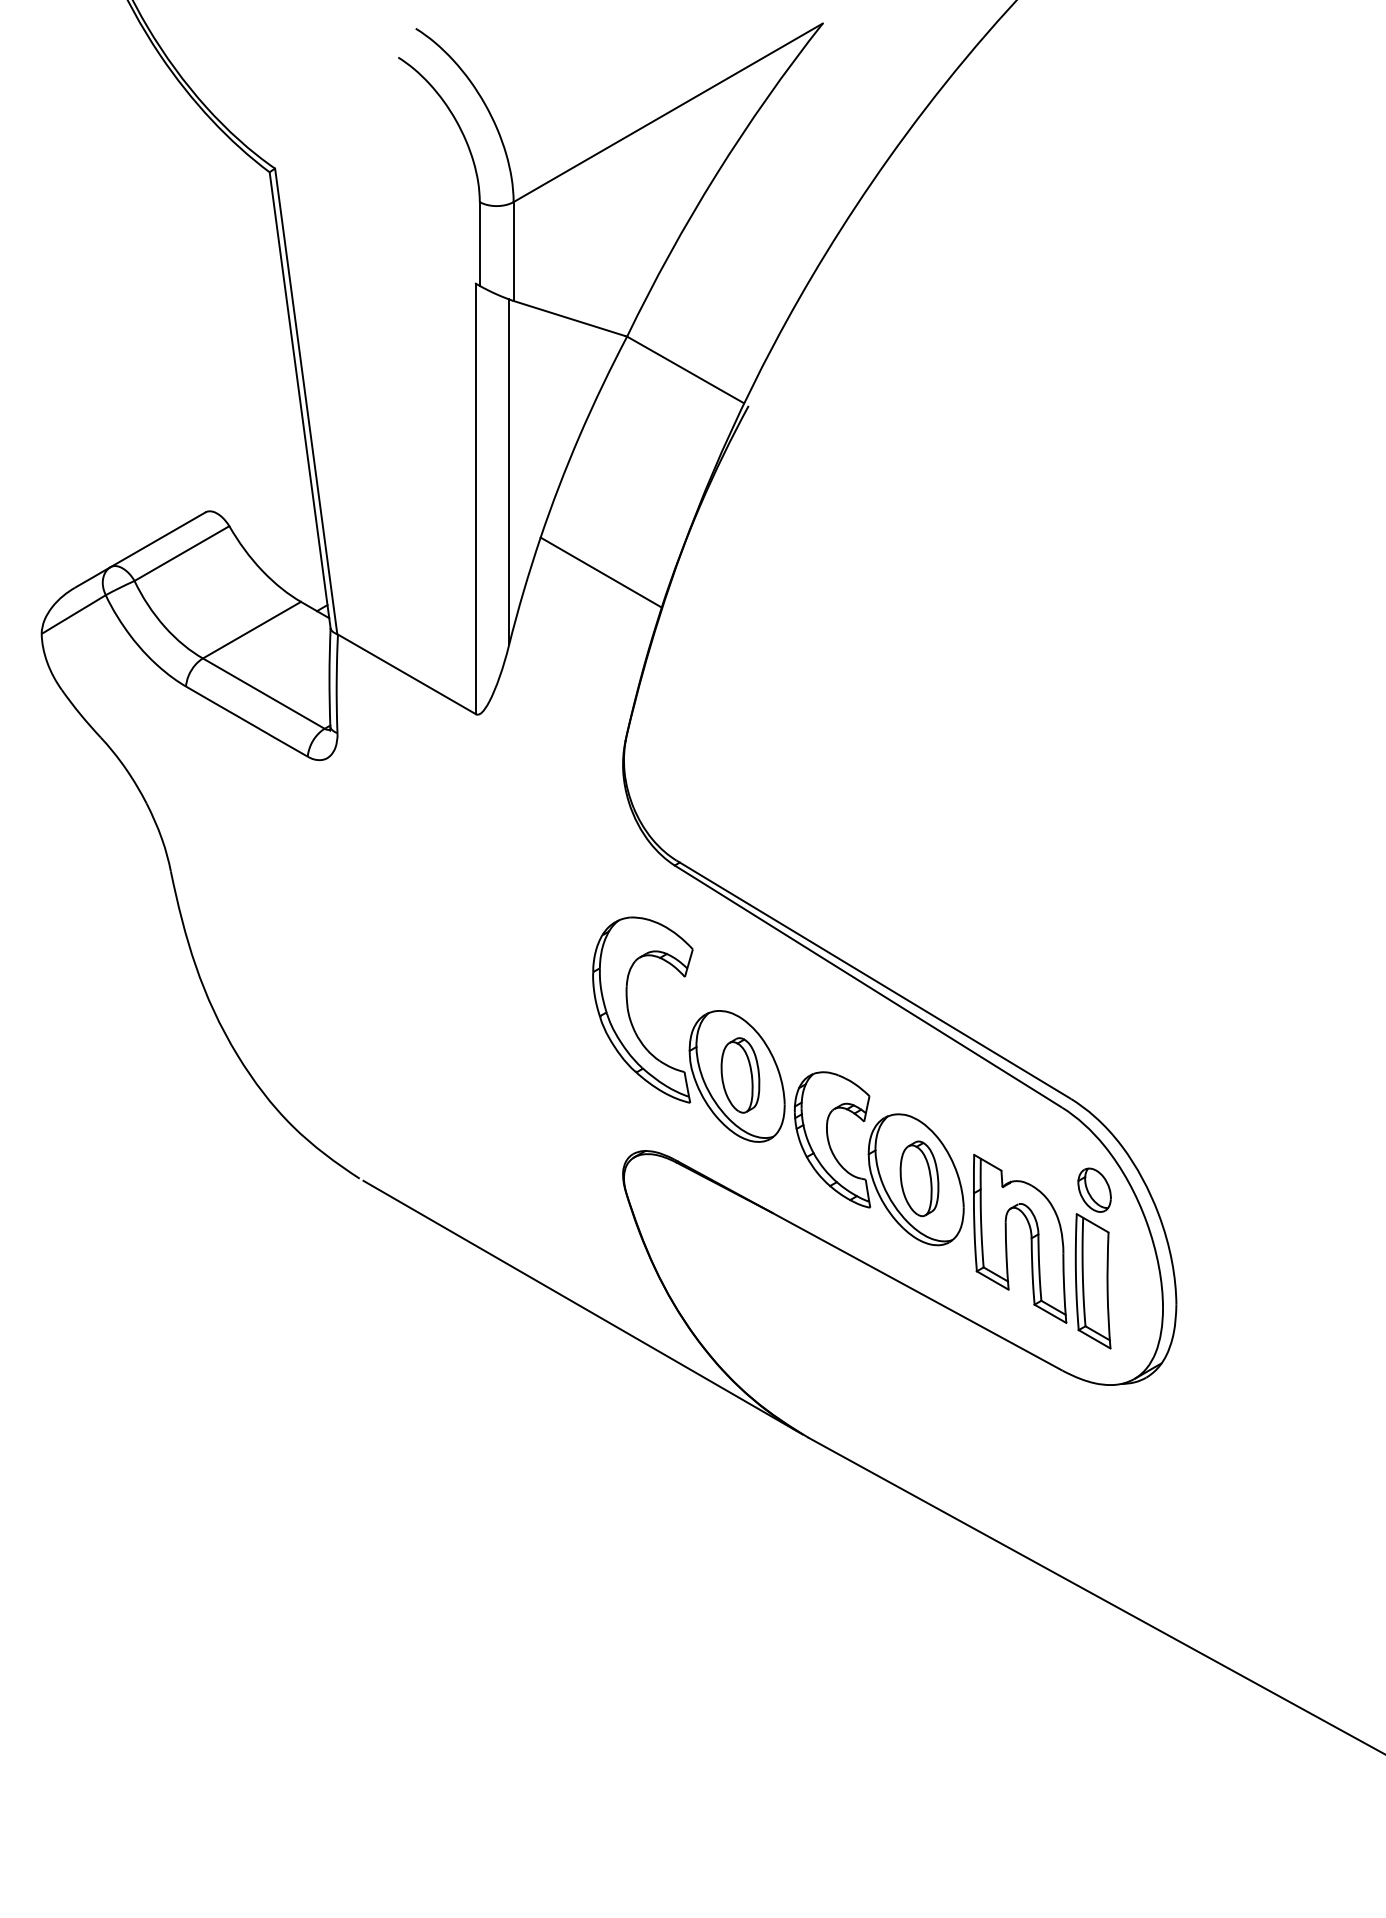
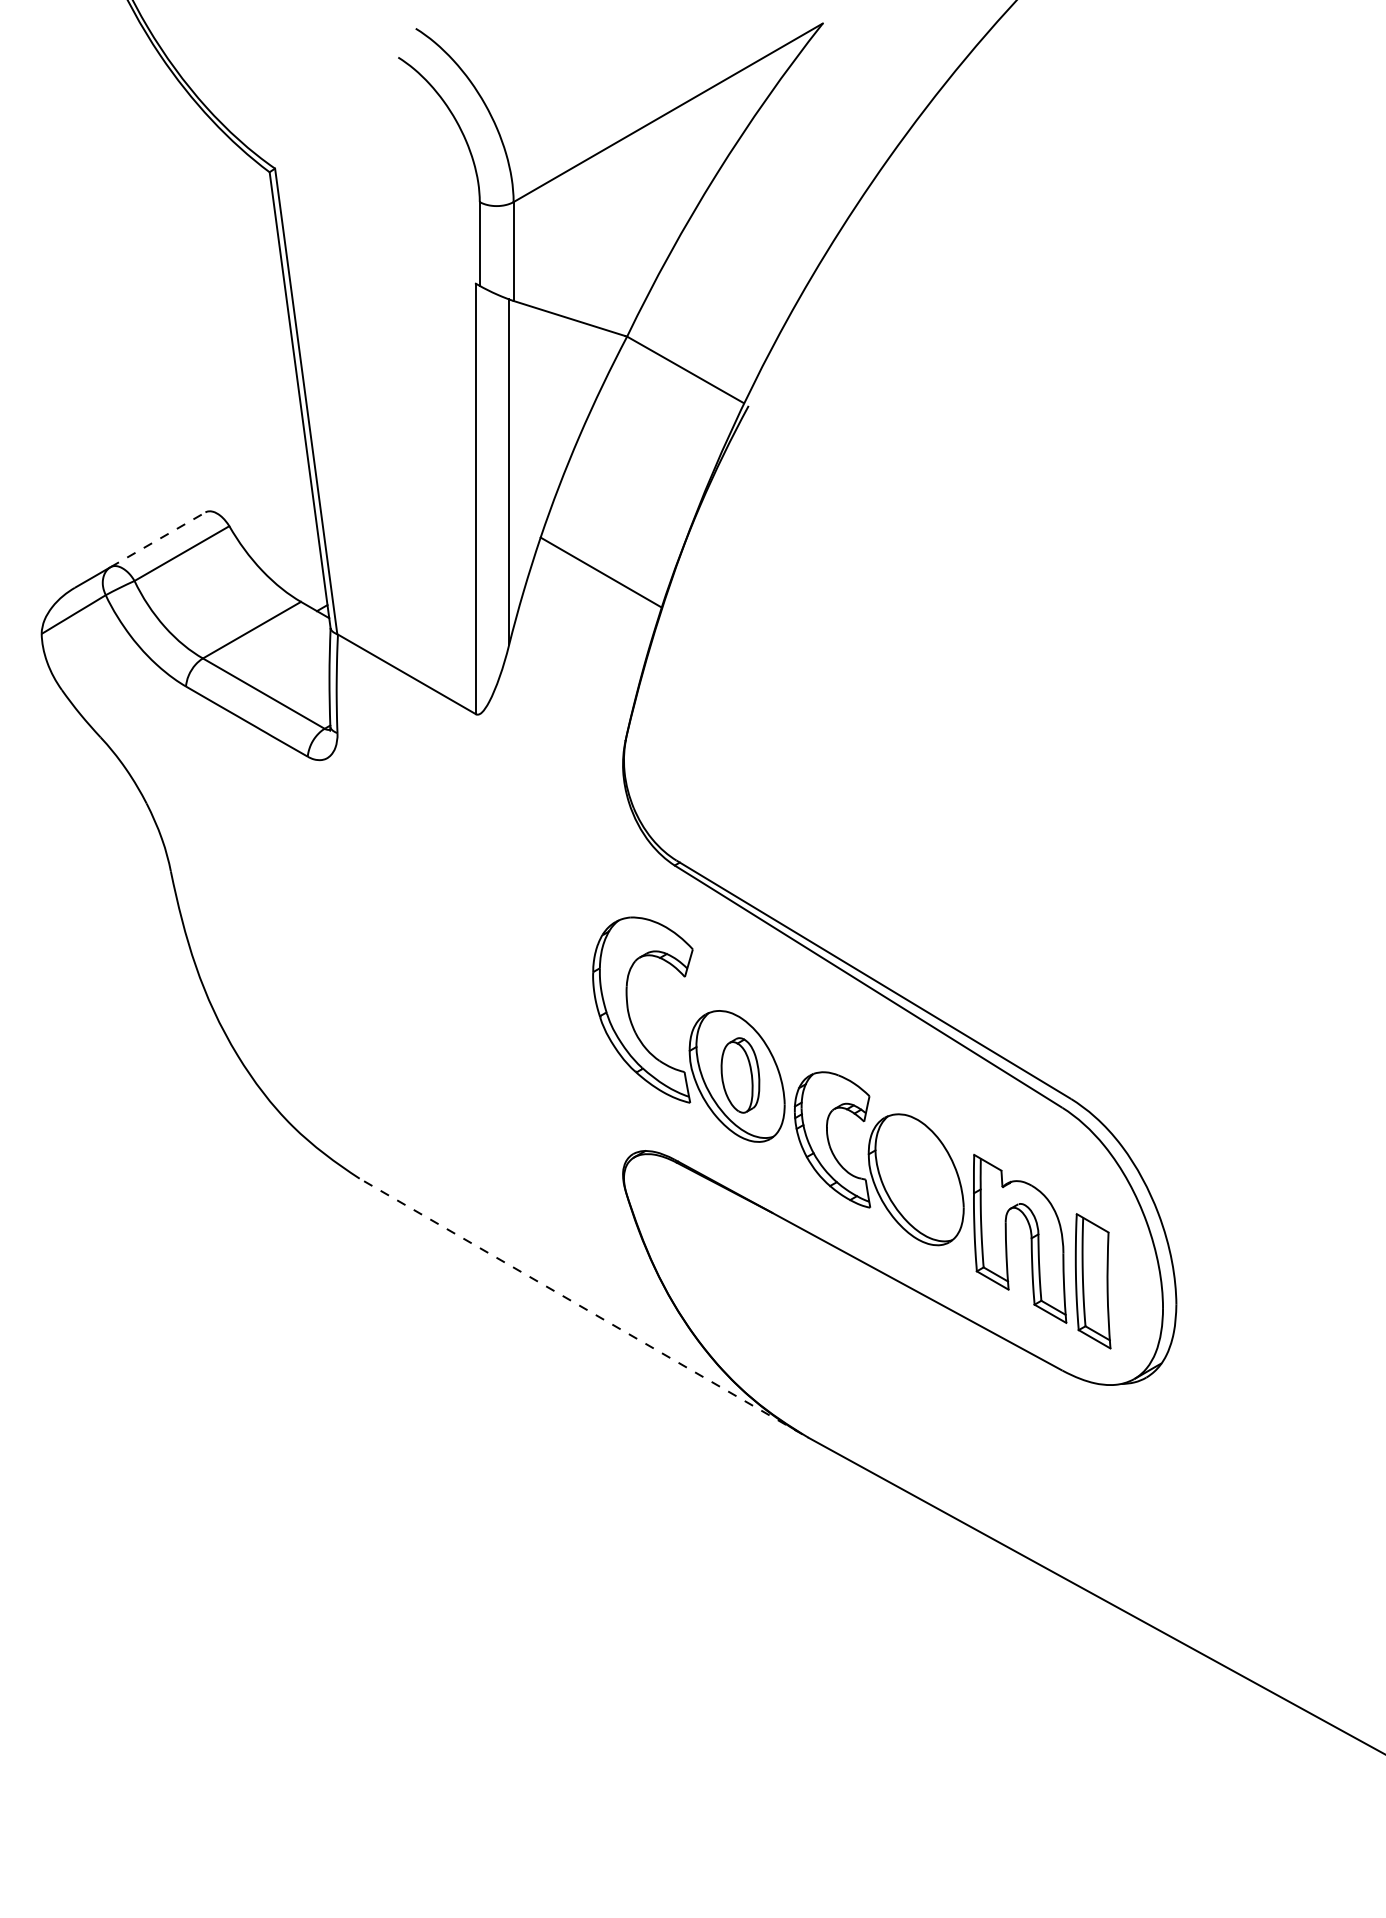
line at (158, 539): solid -> dashed
part at (919, 1178): present -> none
part at (1094, 1189): present -> none
line at (583, 1307): solid -> dashed
